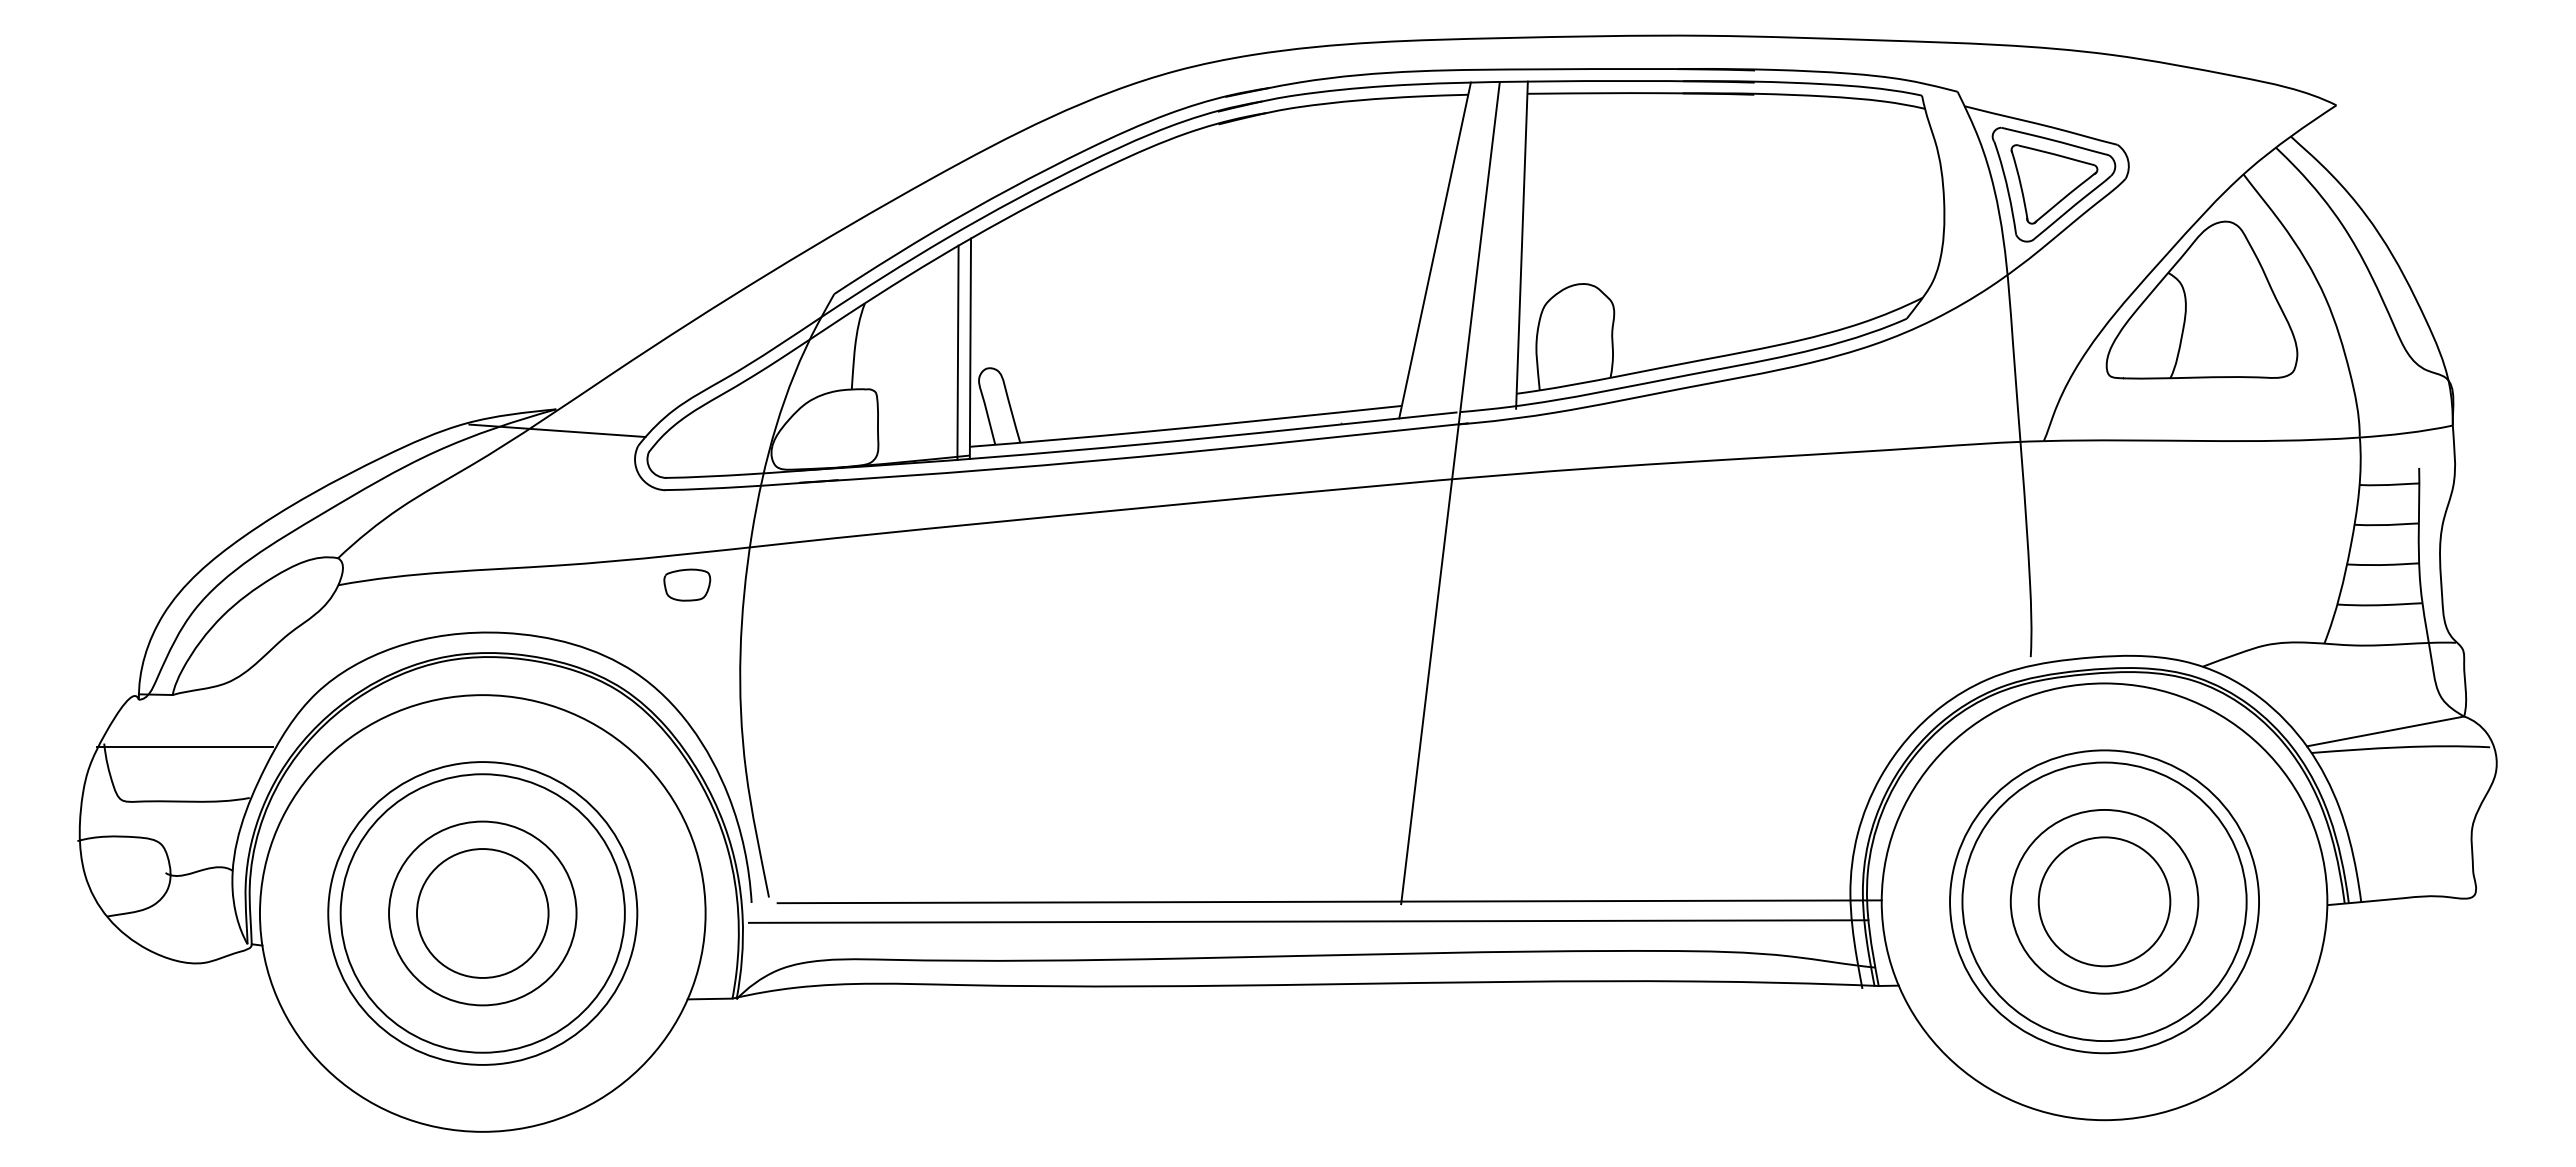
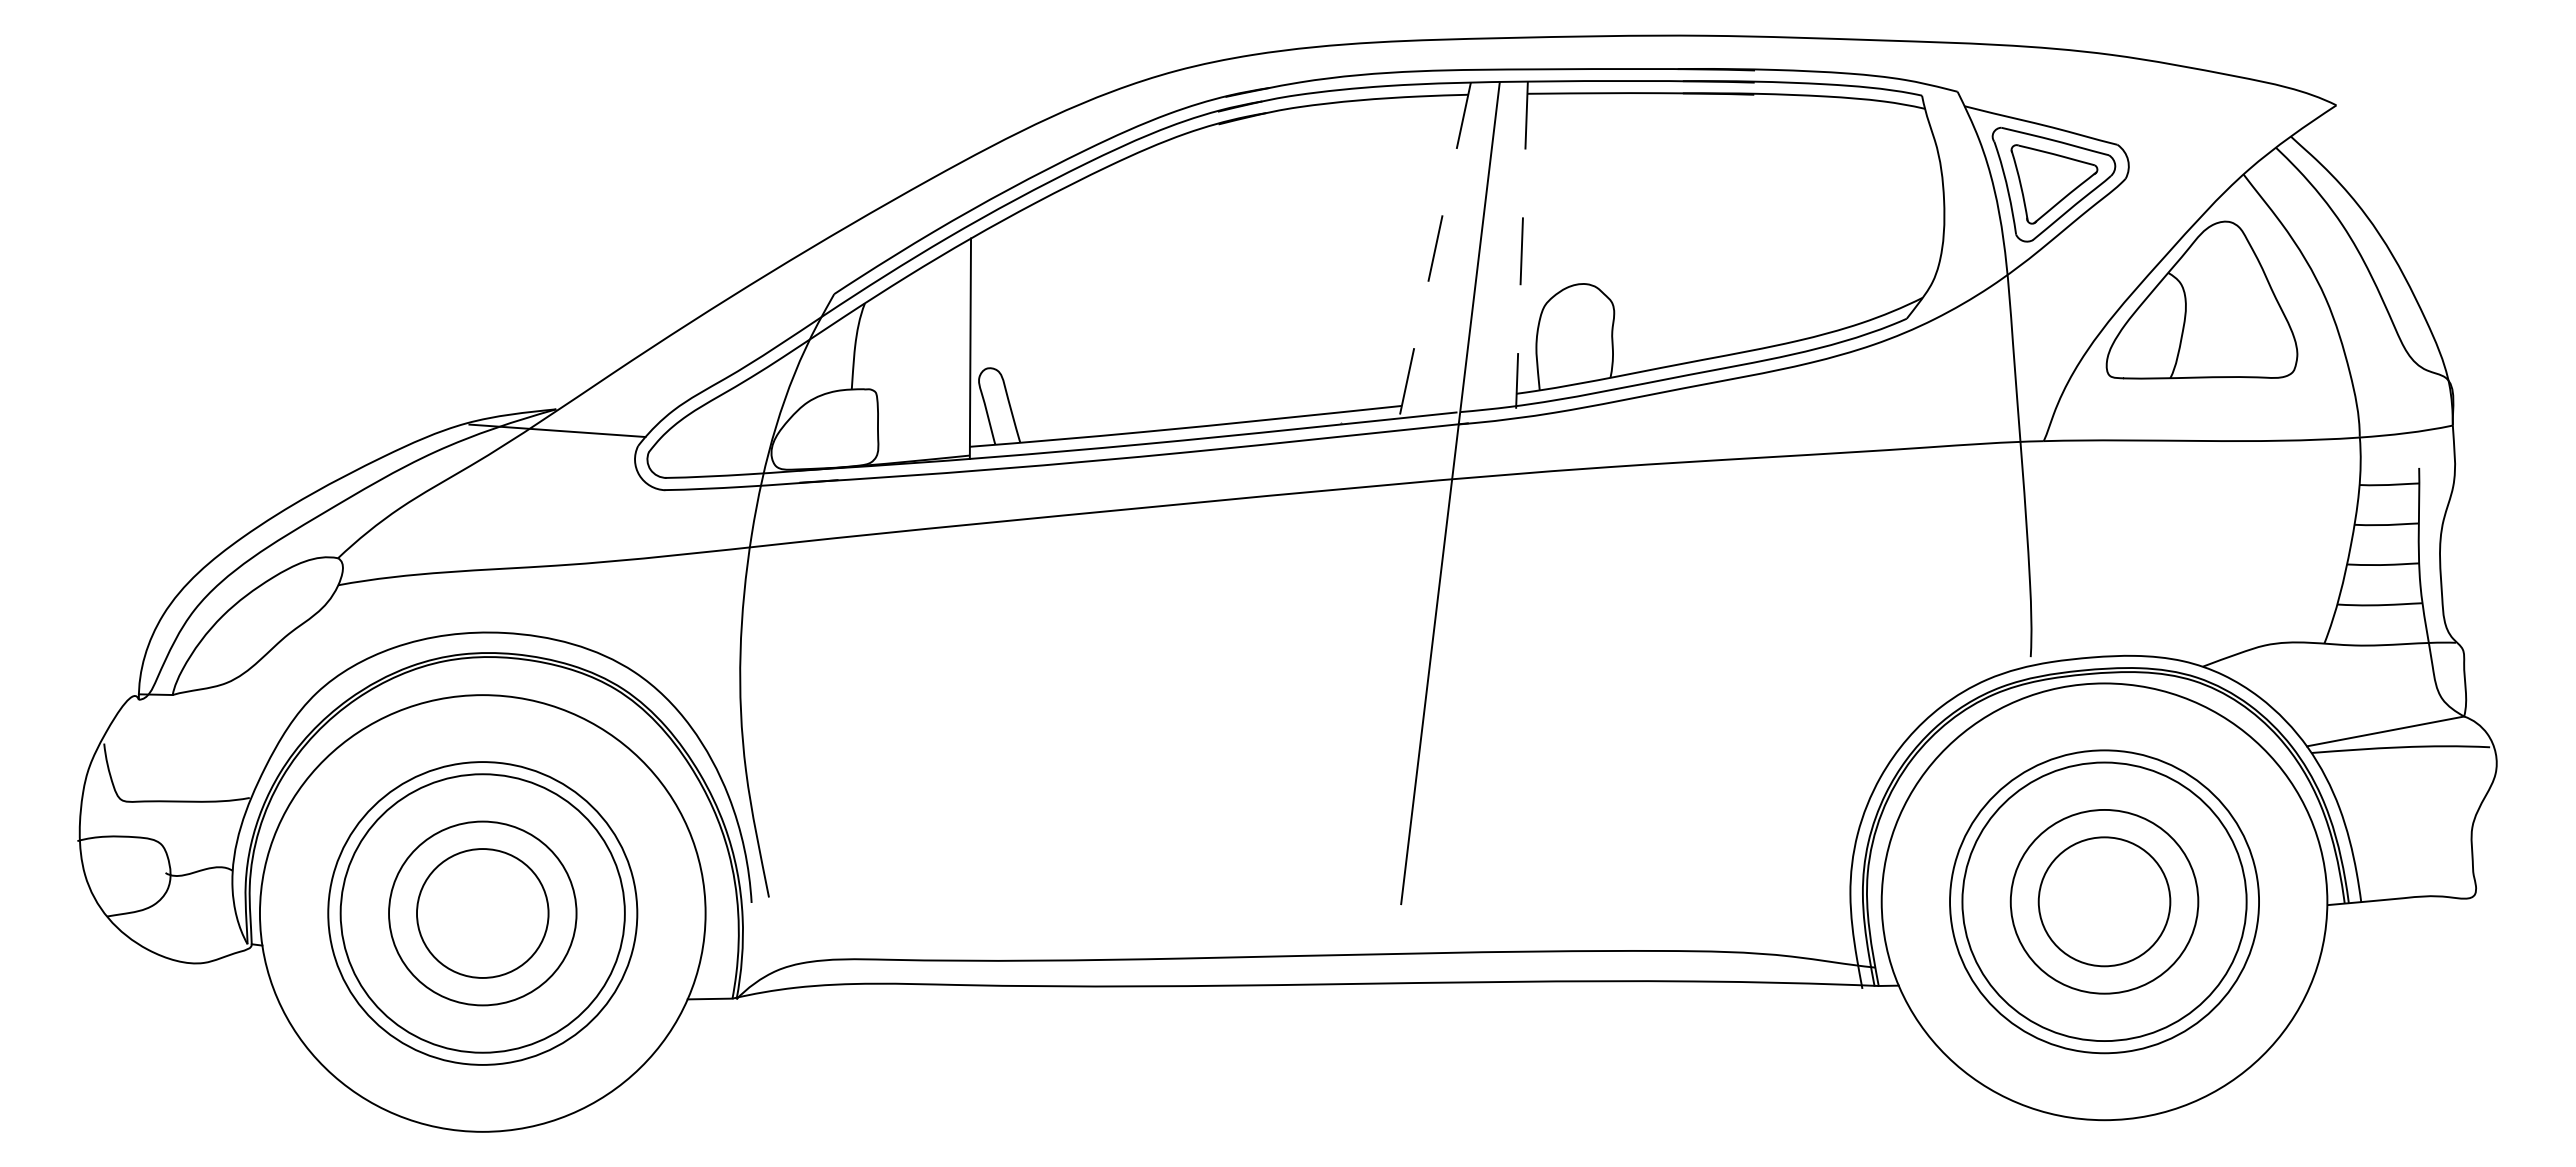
line at (1521, 245): solid -> dashed
line at (1435, 250): solid -> dashed
line at (957, 352): present -> none
curve at (682, 571): present -> none
line at (184, 747): present -> none
line at (1329, 901): present -> none
line at (1308, 921): present -> none
